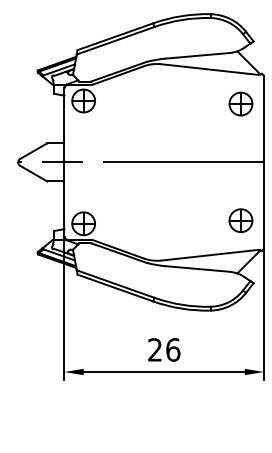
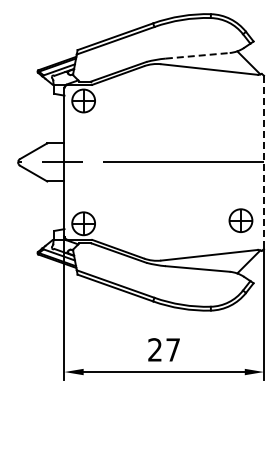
line at (198, 55): solid -> dashed
part at (240, 103): present -> none
line at (263, 162): solid -> dashed
text at (173, 349): 26 -> 27
